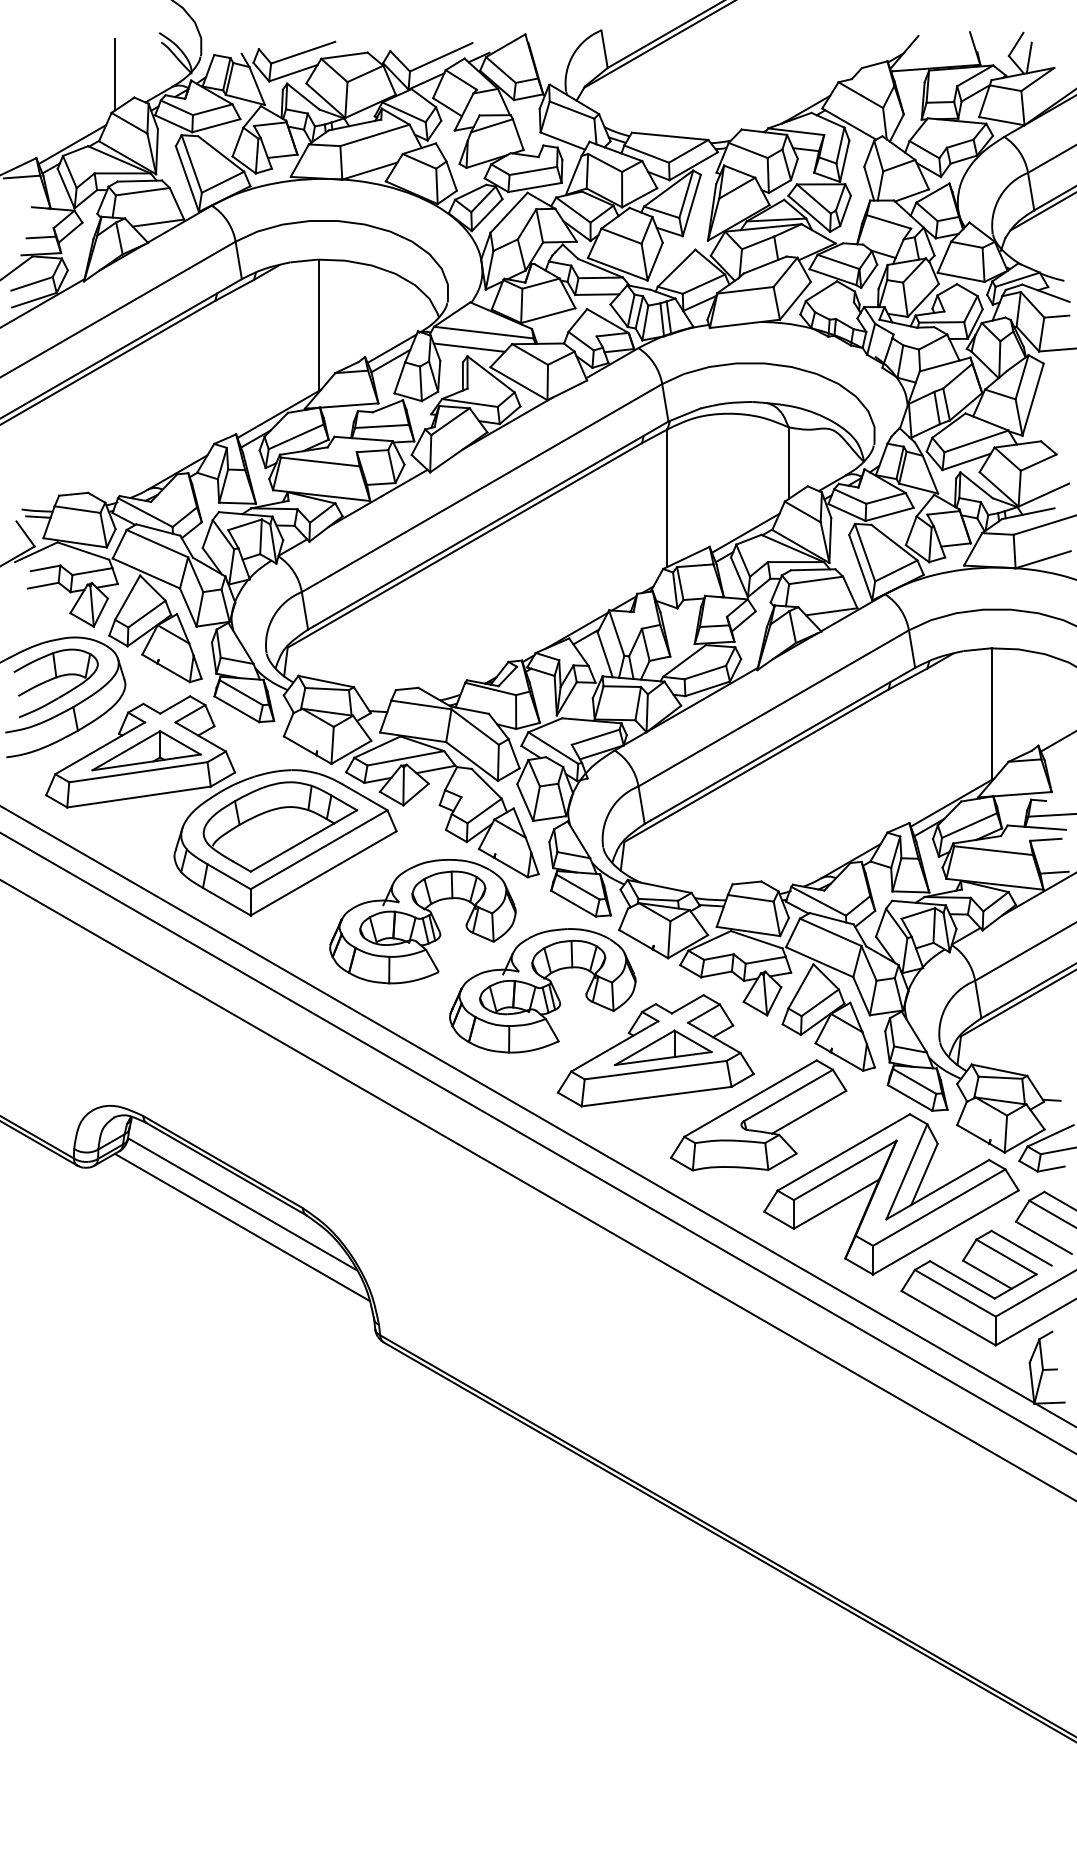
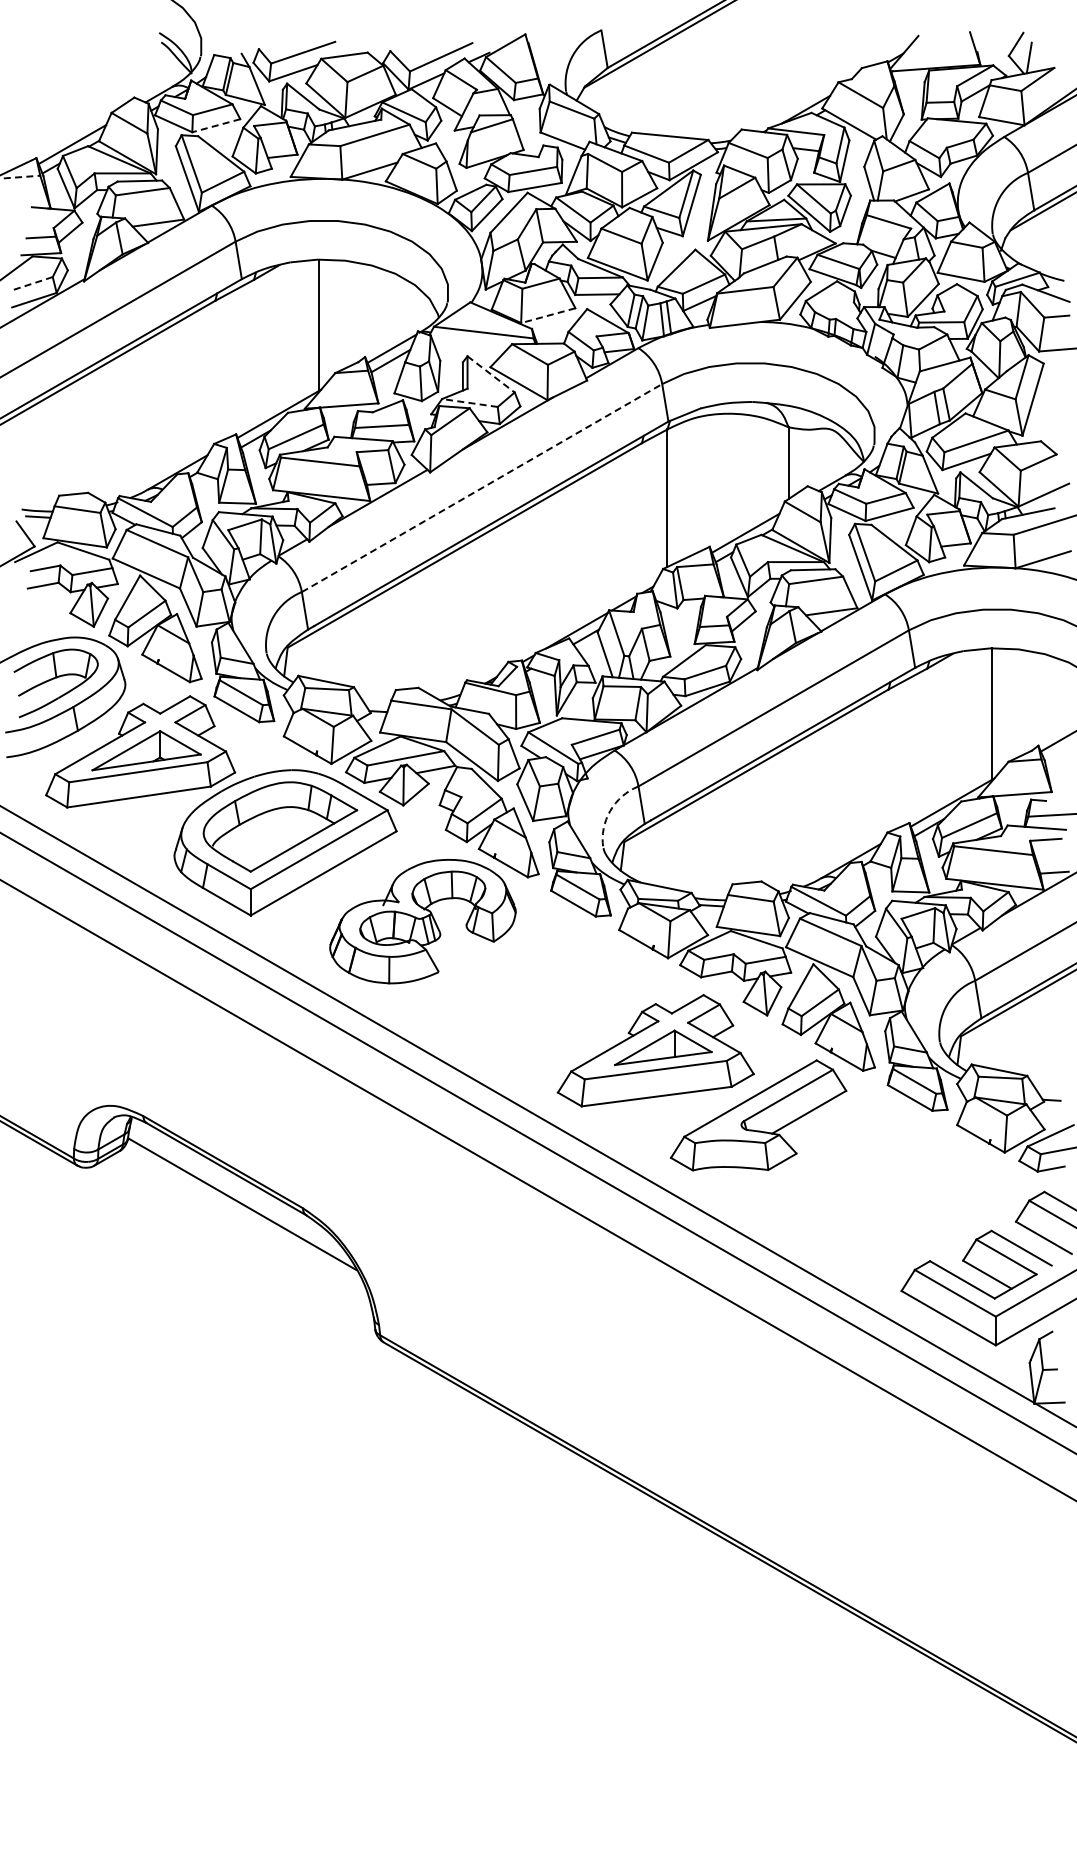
line at (115, 74): present -> none
line at (216, 125): solid -> dashed
line at (22, 177): solid -> dashed
line at (32, 283): solid -> dashed
line at (547, 315): solid -> dashed
line at (468, 347): present -> none
line at (491, 374): solid -> dashed
line at (469, 402): solid -> dashed
line at (482, 487): solid -> dashed
arc at (610, 810): solid -> dashed
part at (542, 990): present -> none
part at (891, 1194): present -> none
line at (241, 1226): present -> none
